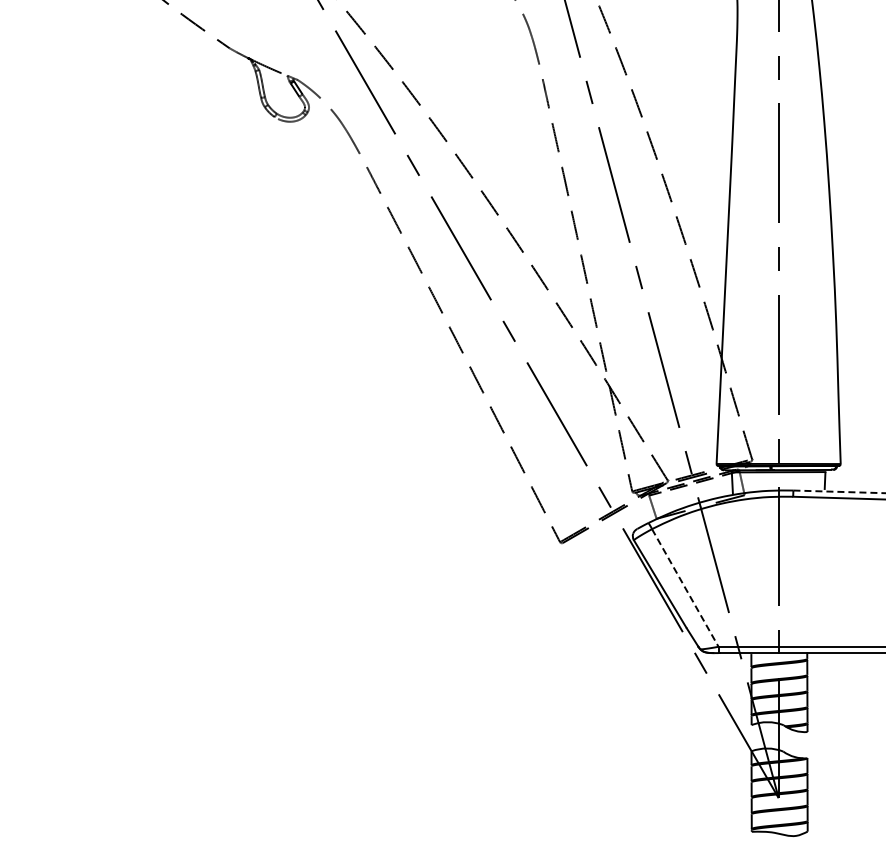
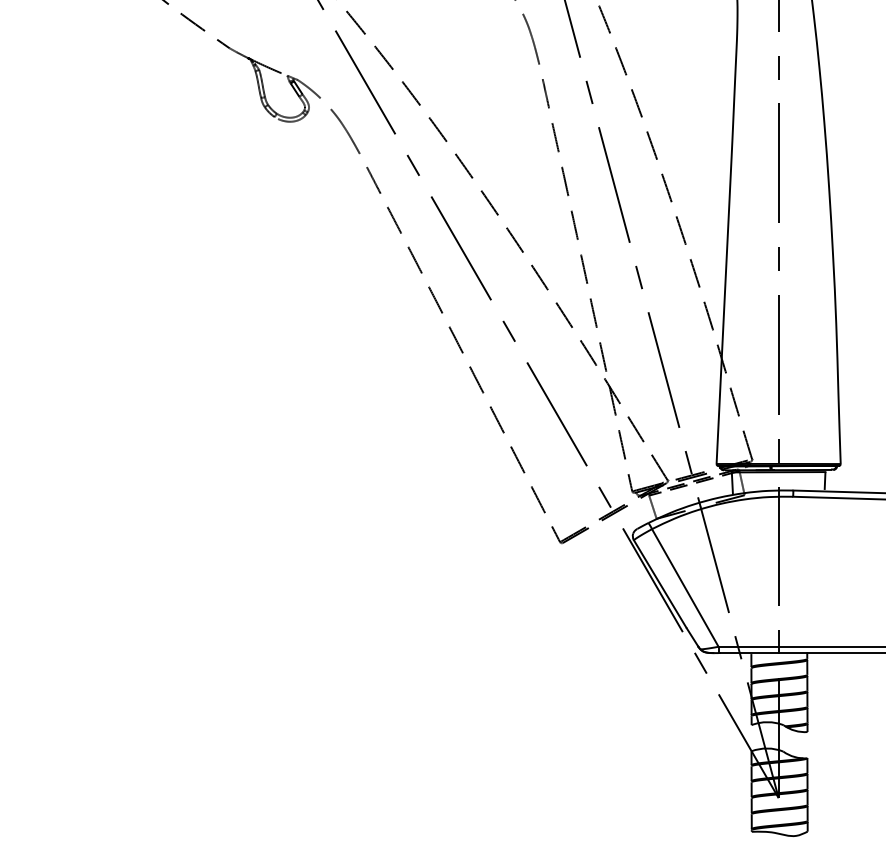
line at (839, 491): dashed -> solid
line at (685, 587): dashed -> solid
